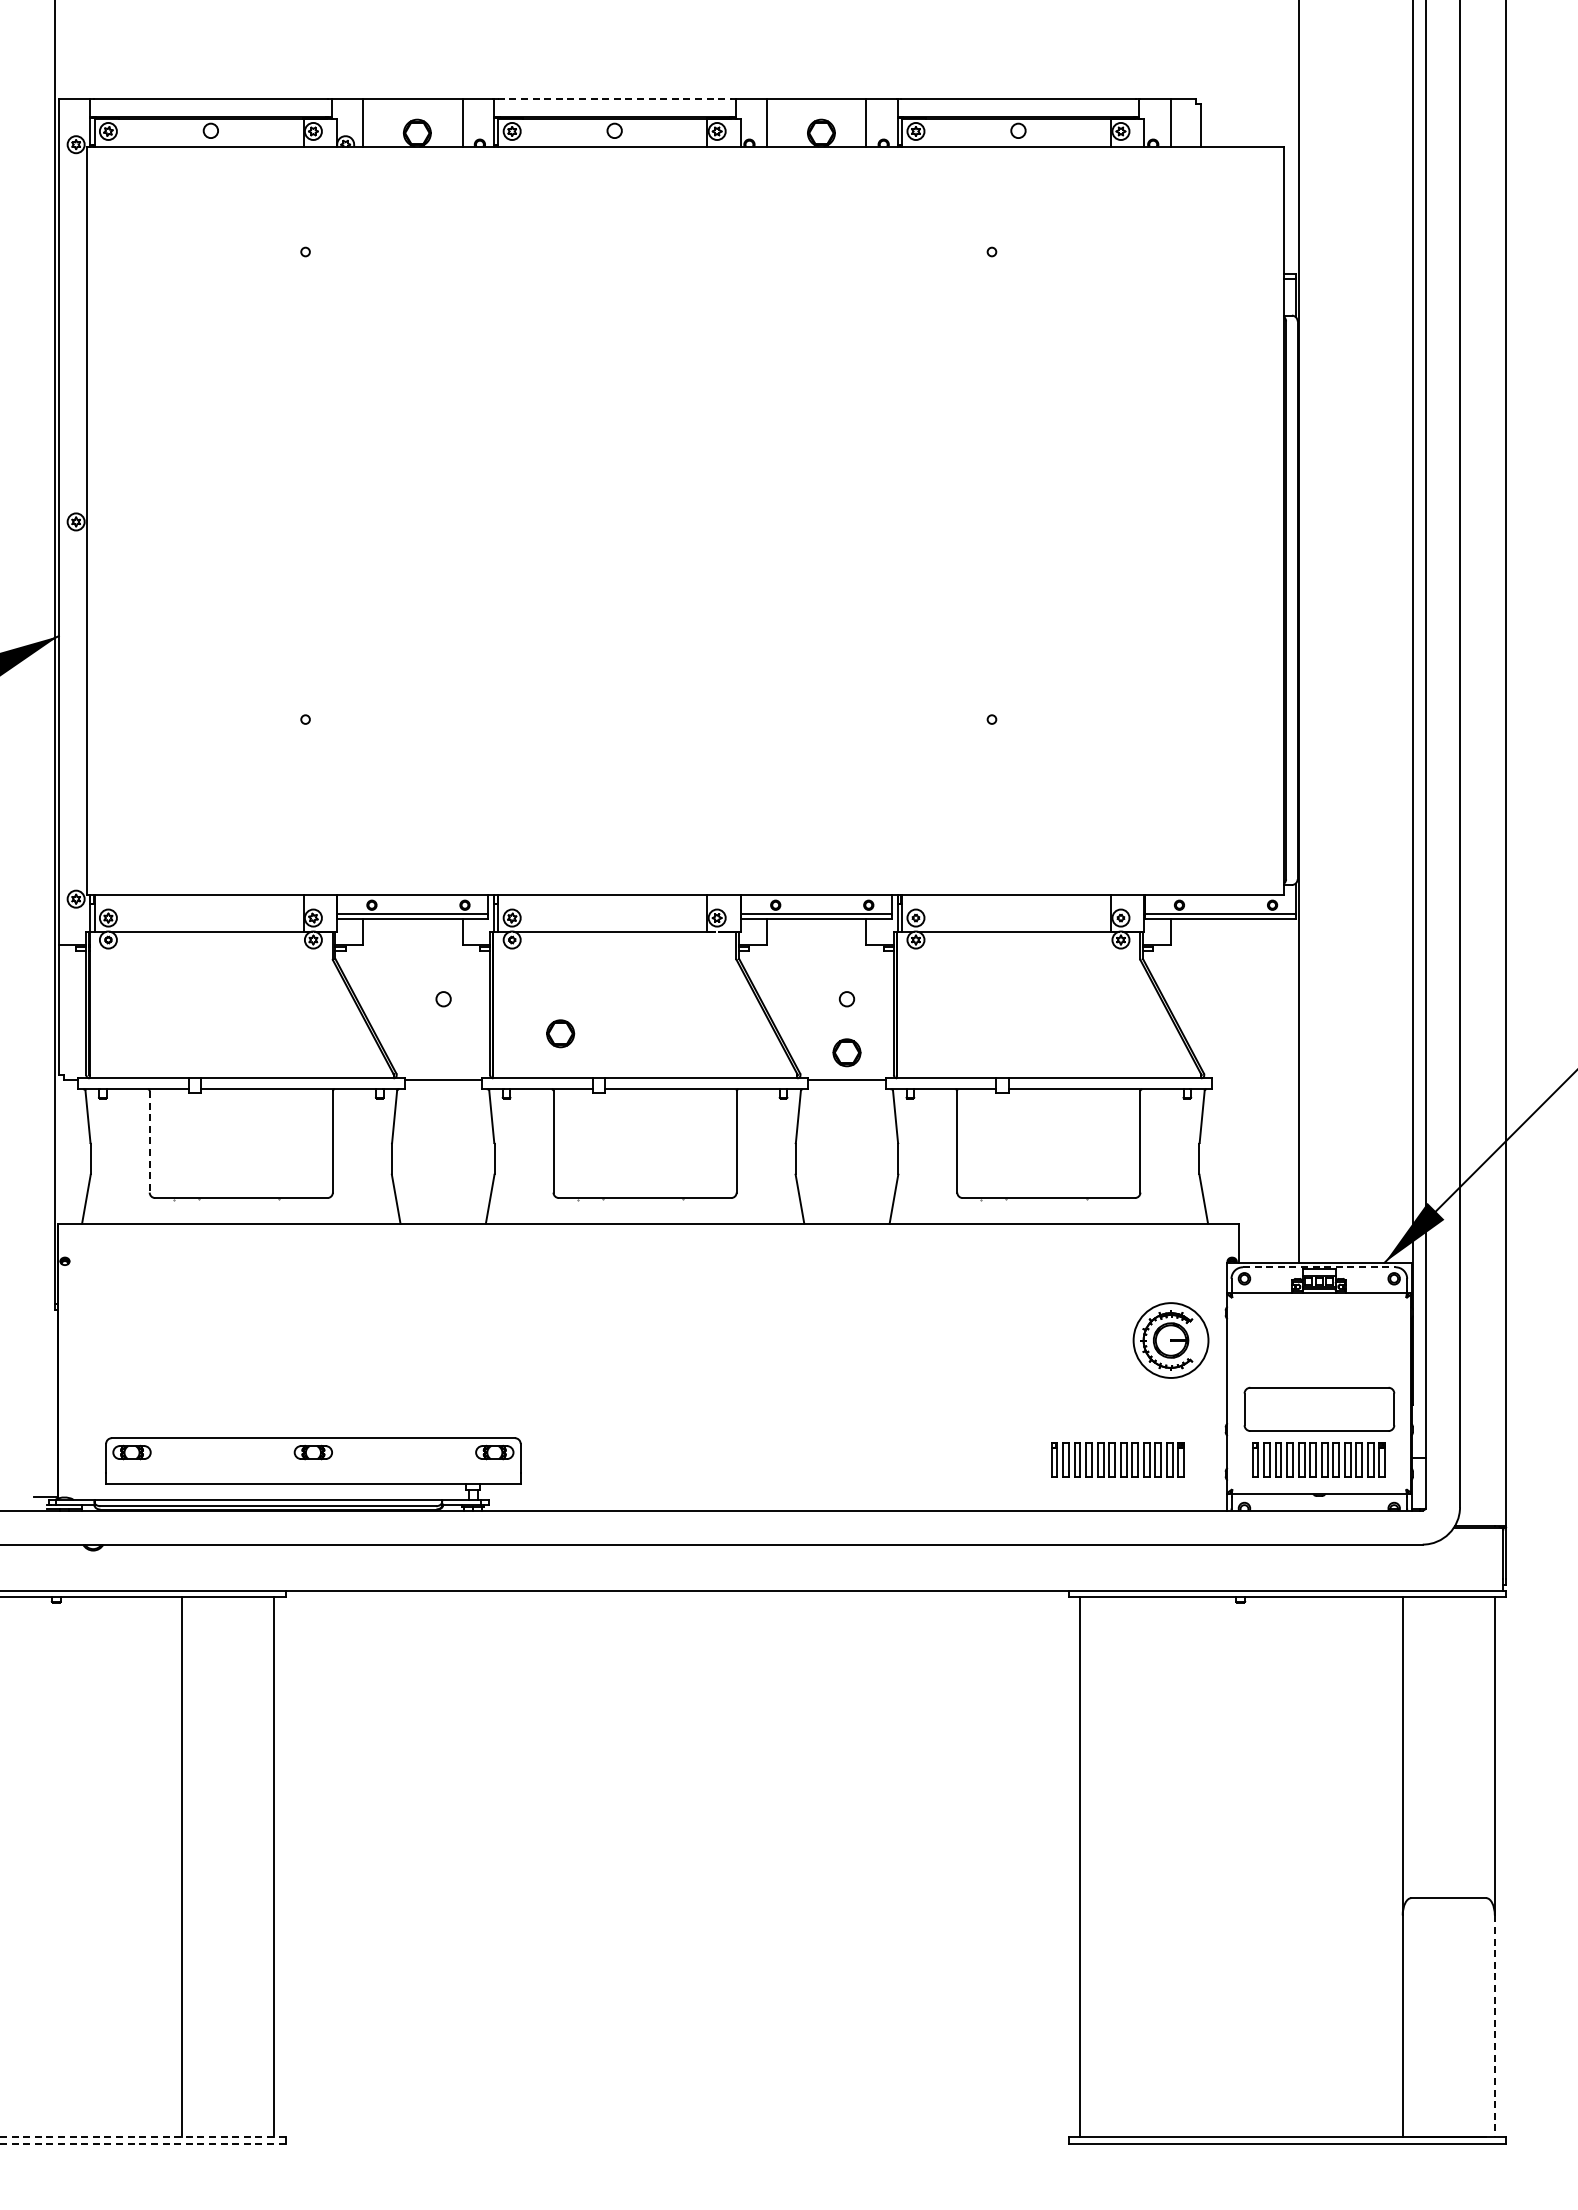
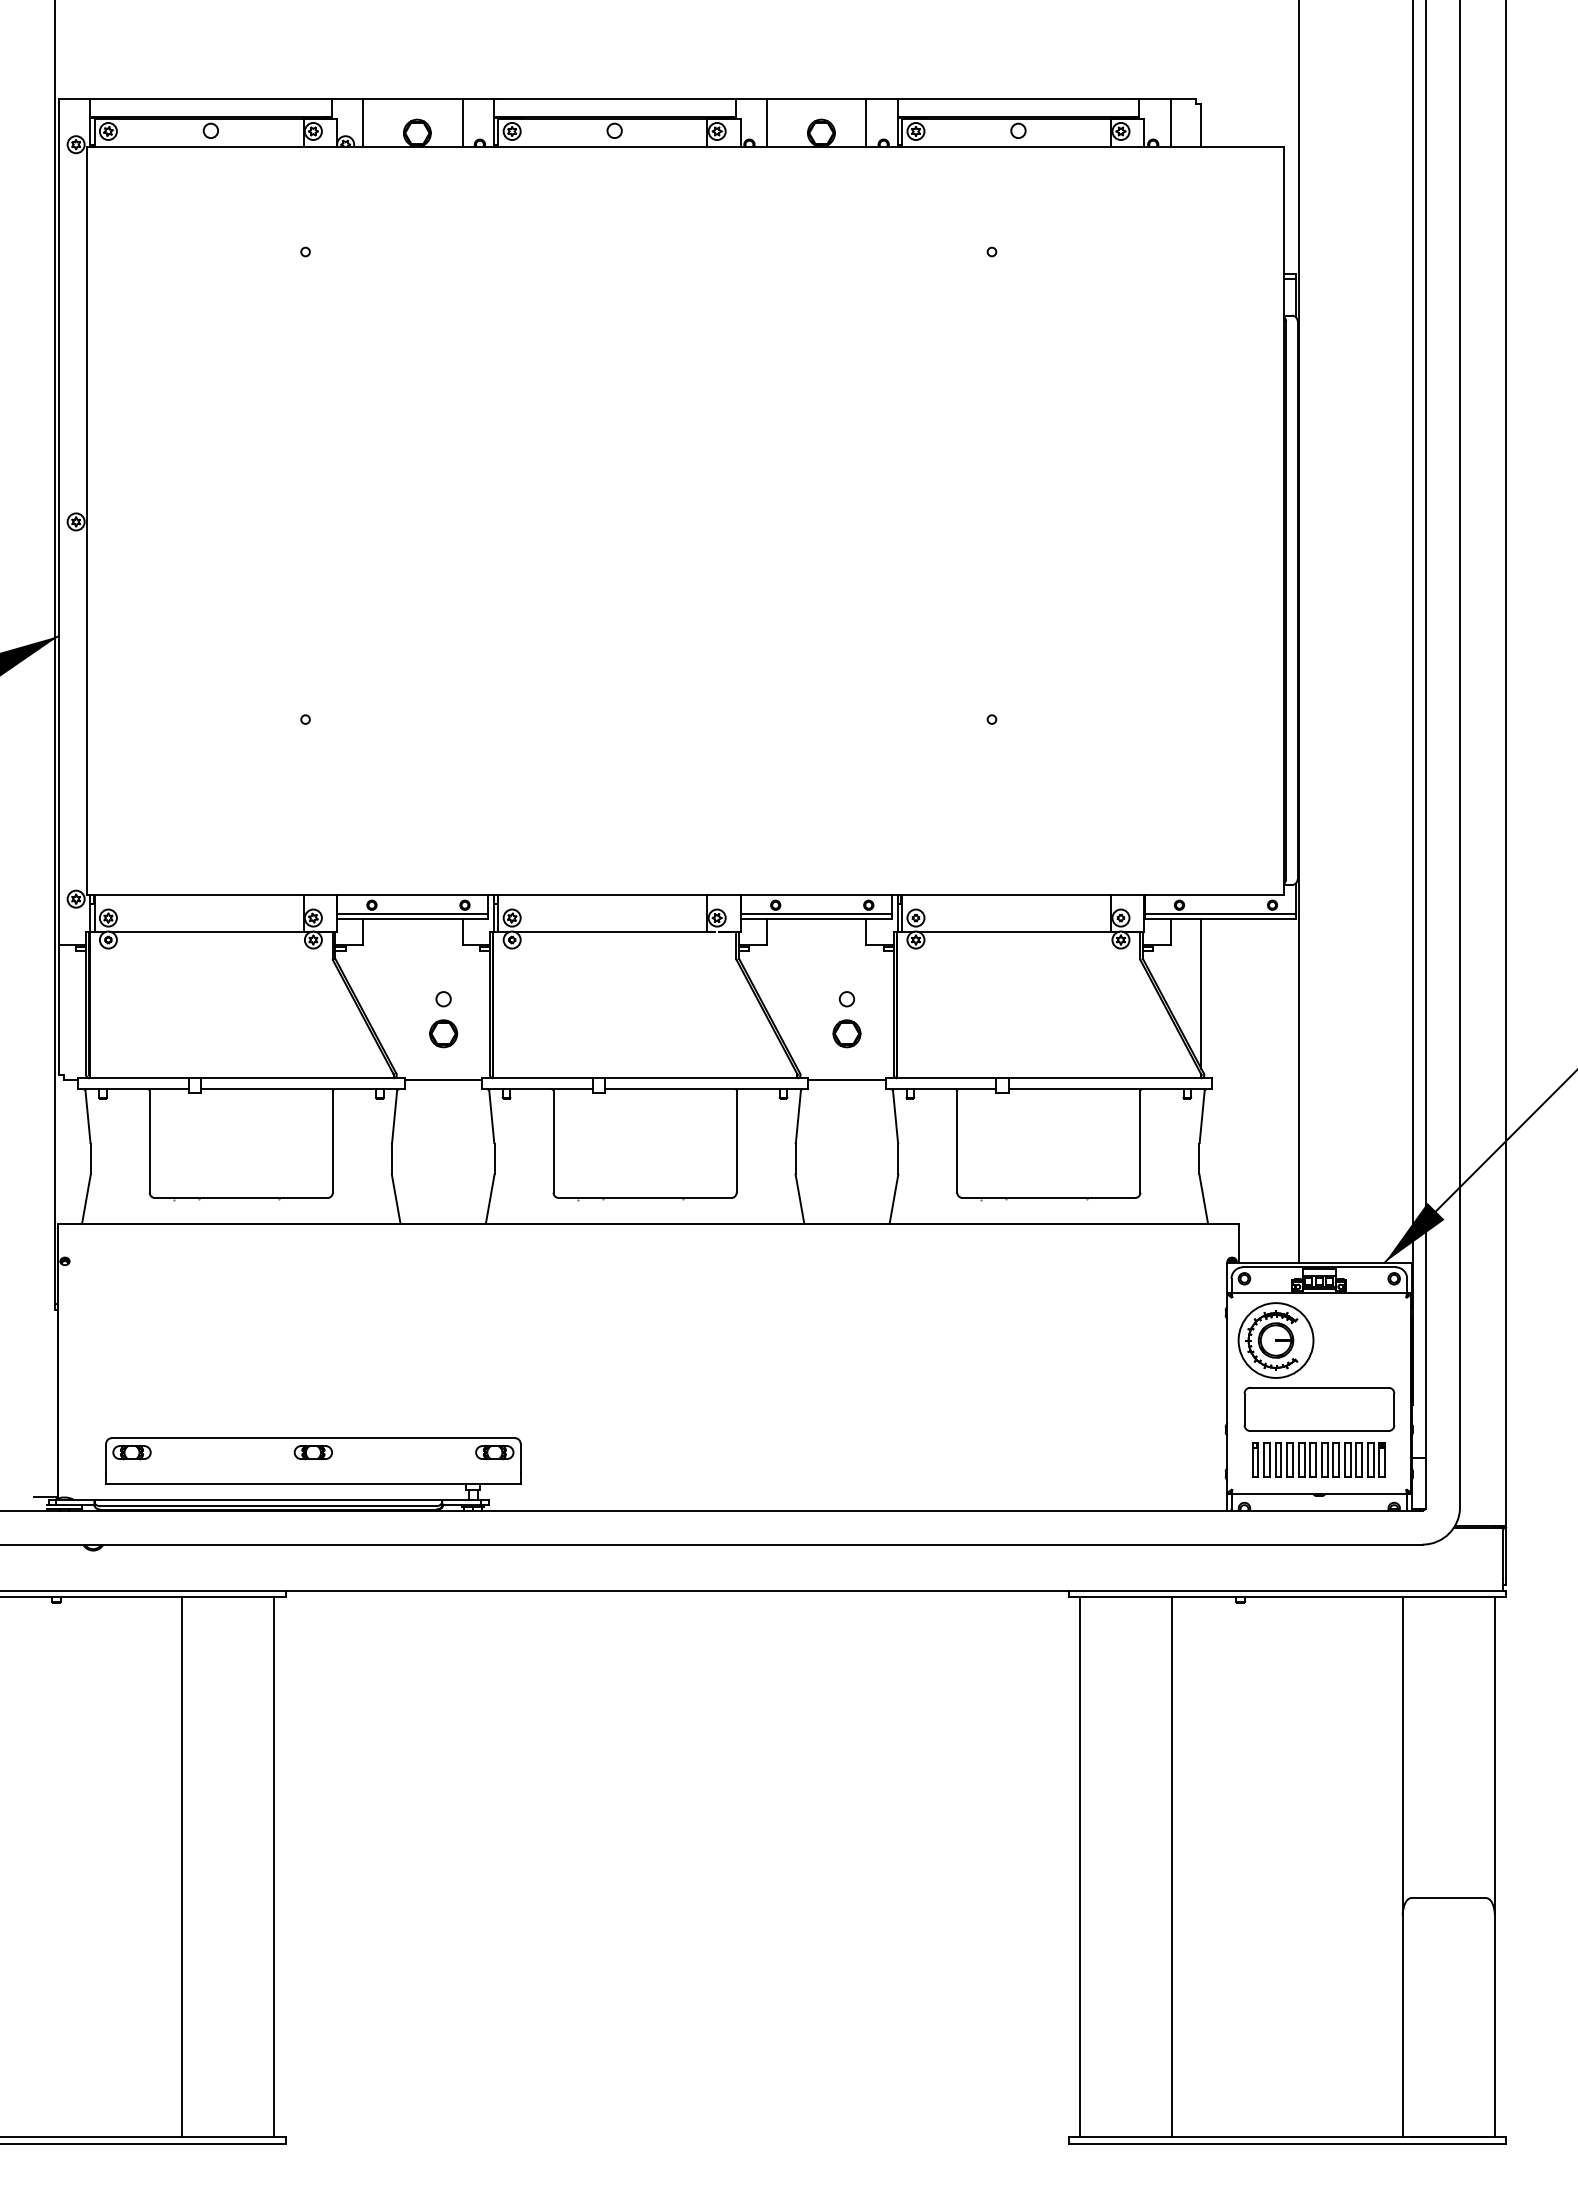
line at (615, 98): dashed -> solid
line at (1201, 993): none -> present
part at (560, 1033) position: (560, 1033) -> (443, 1033)
part at (846, 1052) position: (846, 1052) -> (846, 1033)
line at (149, 1141): dashed -> solid
line at (1319, 1267): dashed -> solid
part at (1170, 1340) position: (1170, 1340) -> (1275, 1340)
part at (1117, 1459): present -> none
line at (1172, 1867): none -> present
line at (1494, 2026): dashed -> solid
line at (142, 2137): dashed -> solid
line at (142, 2143): dashed -> solid
